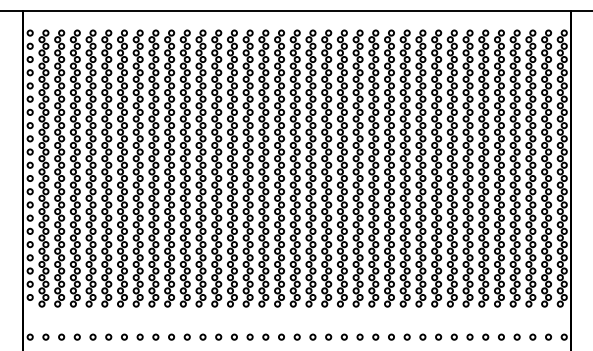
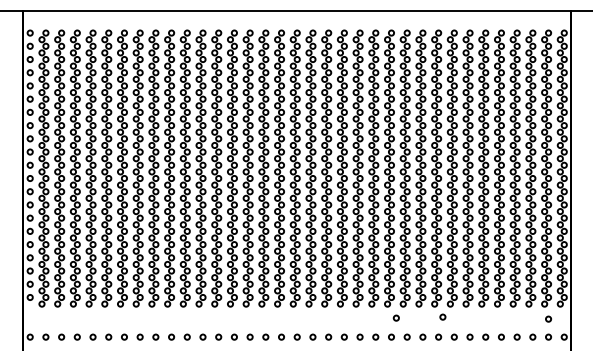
circle at (442, 316): none -> present
circle at (395, 317): none -> present
circle at (548, 318): none -> present
